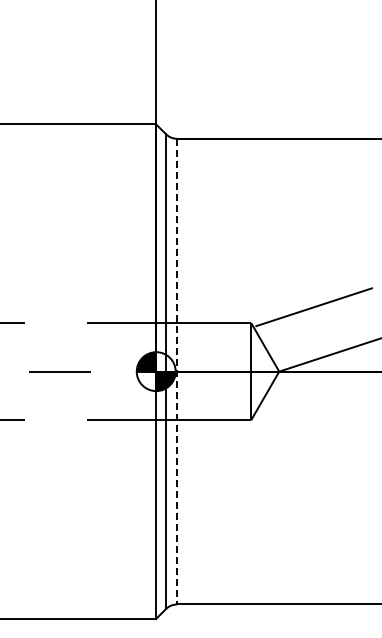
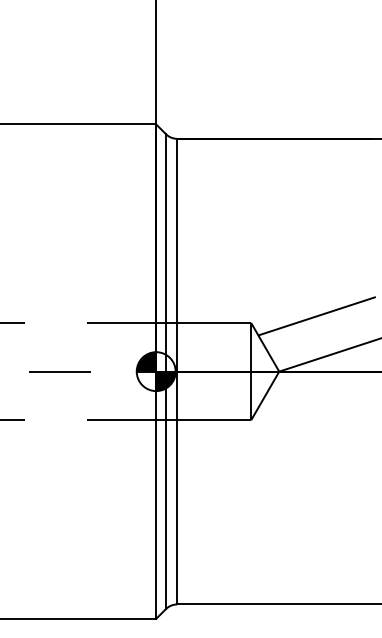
line at (316, 306) position: (316, 306) -> (318, 315)
line at (177, 371): dashed -> solid
